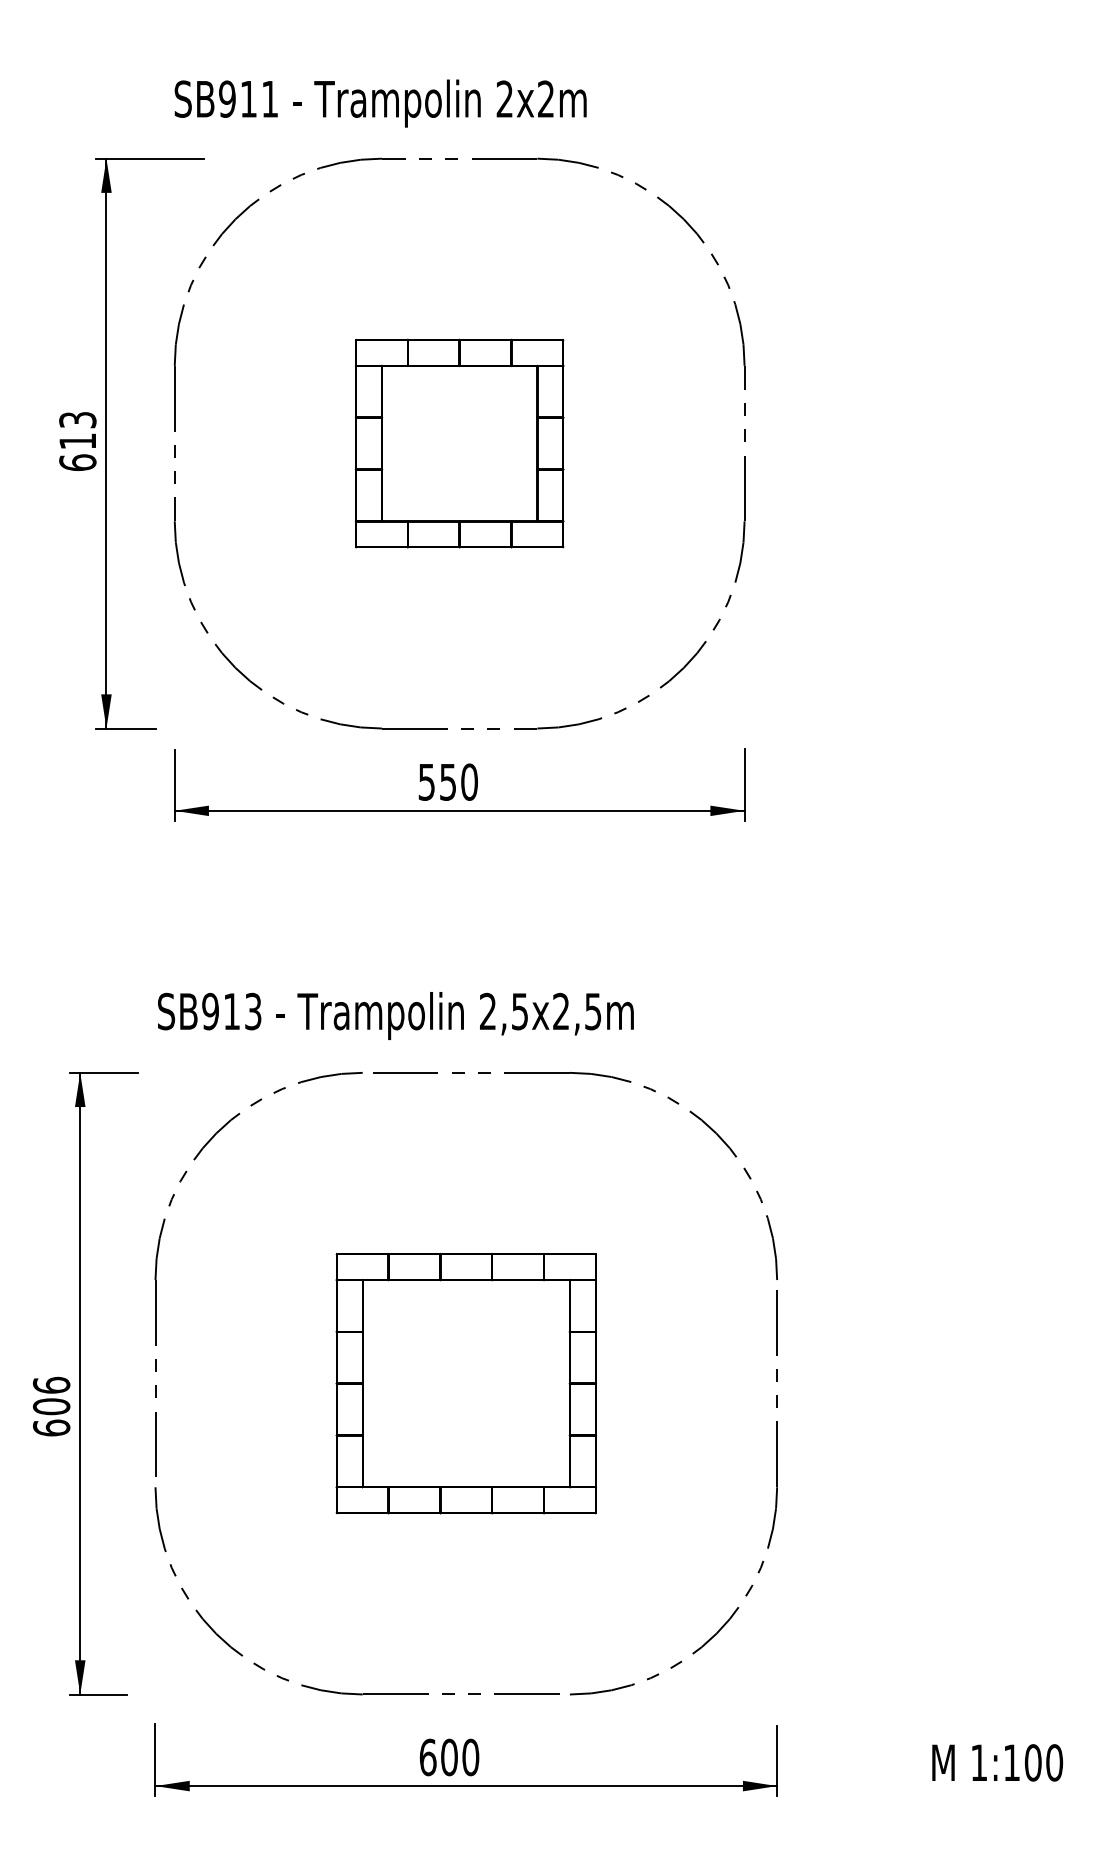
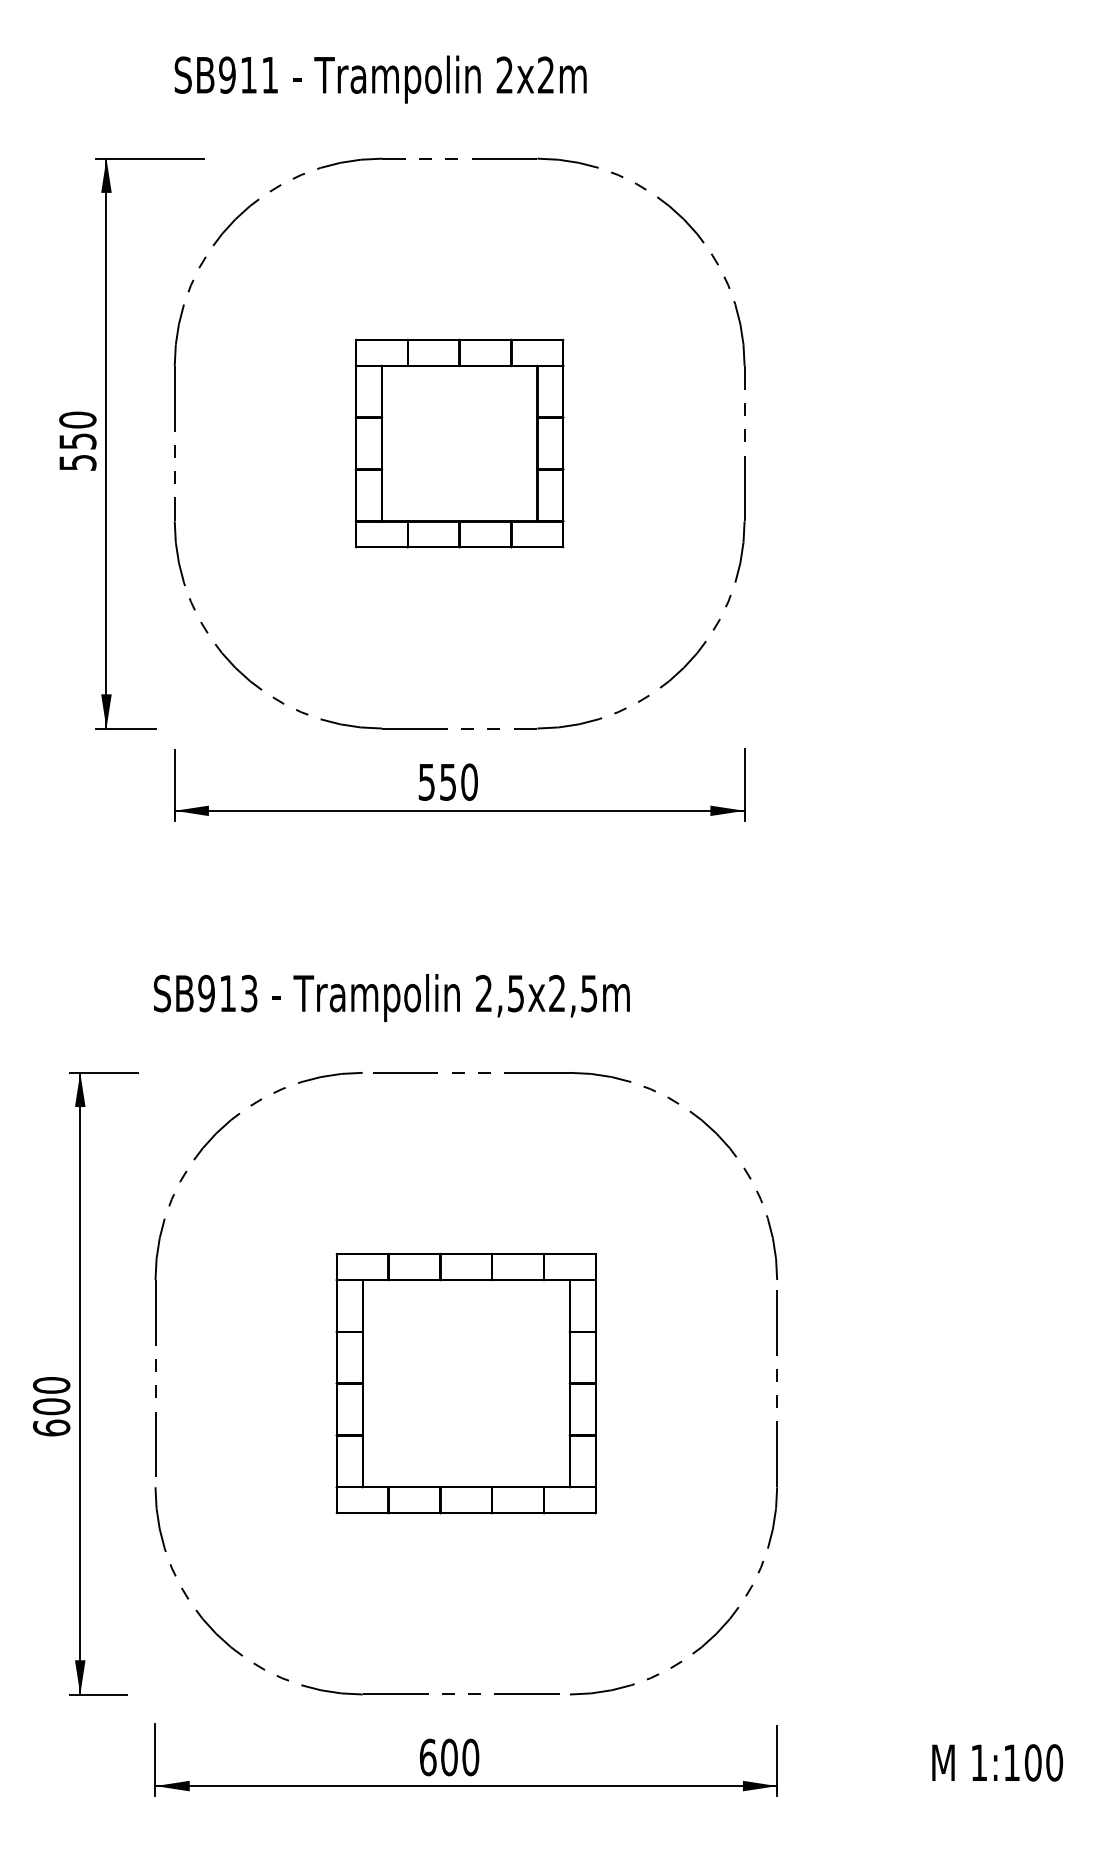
text at (380, 103) position: (380, 103) -> (380, 79)
text at (77, 440): 613 -> 550
text at (395, 1015) position: (395, 1015) -> (391, 997)
text at (51, 1384): 606 -> 600
